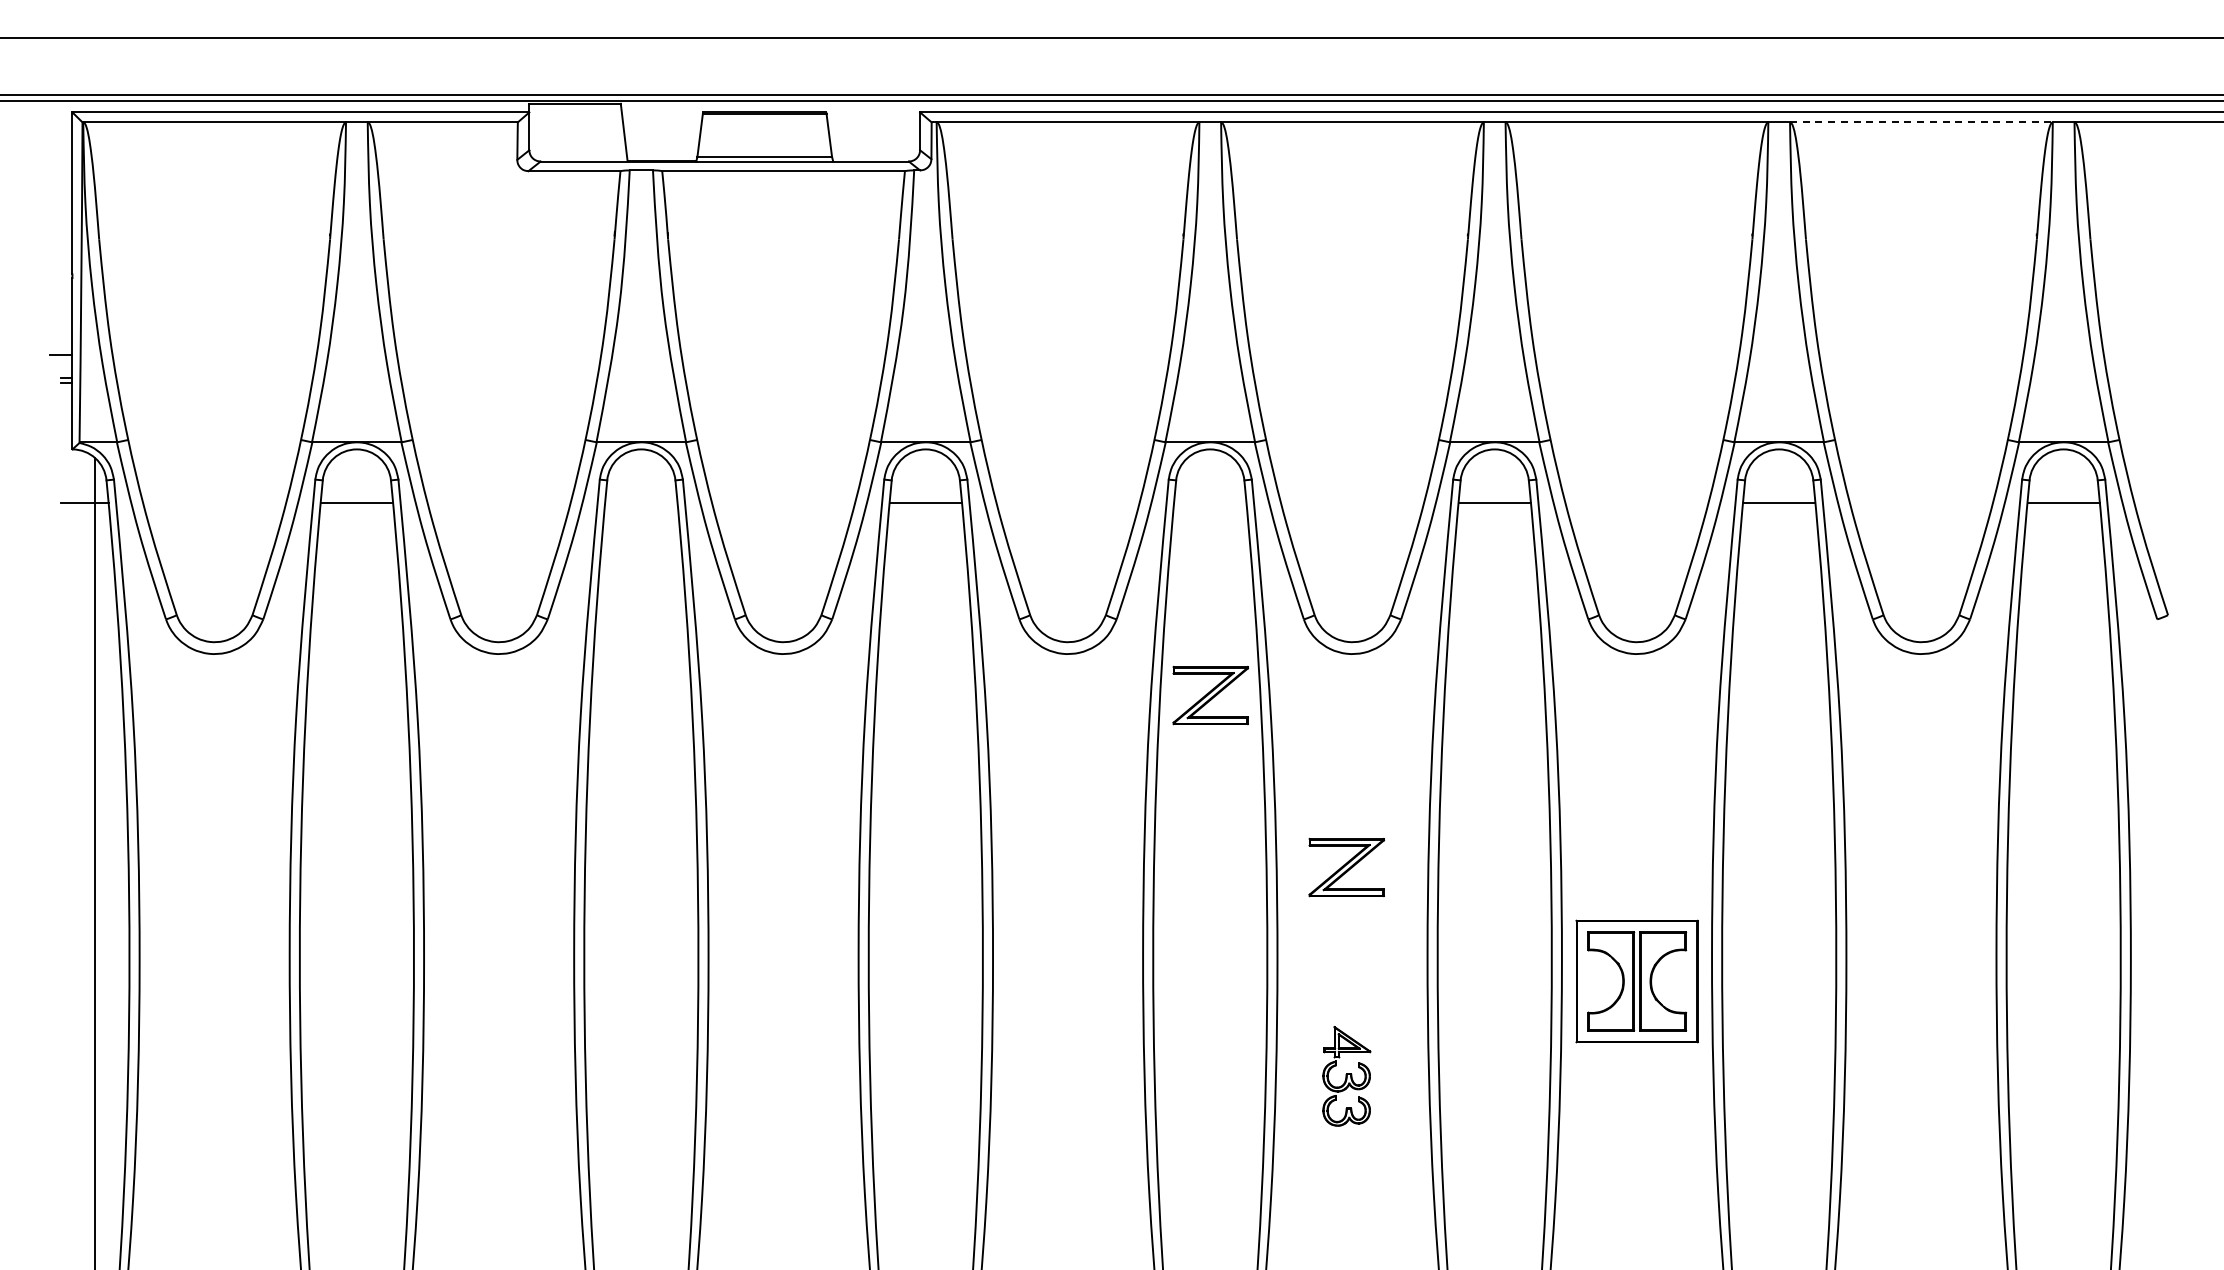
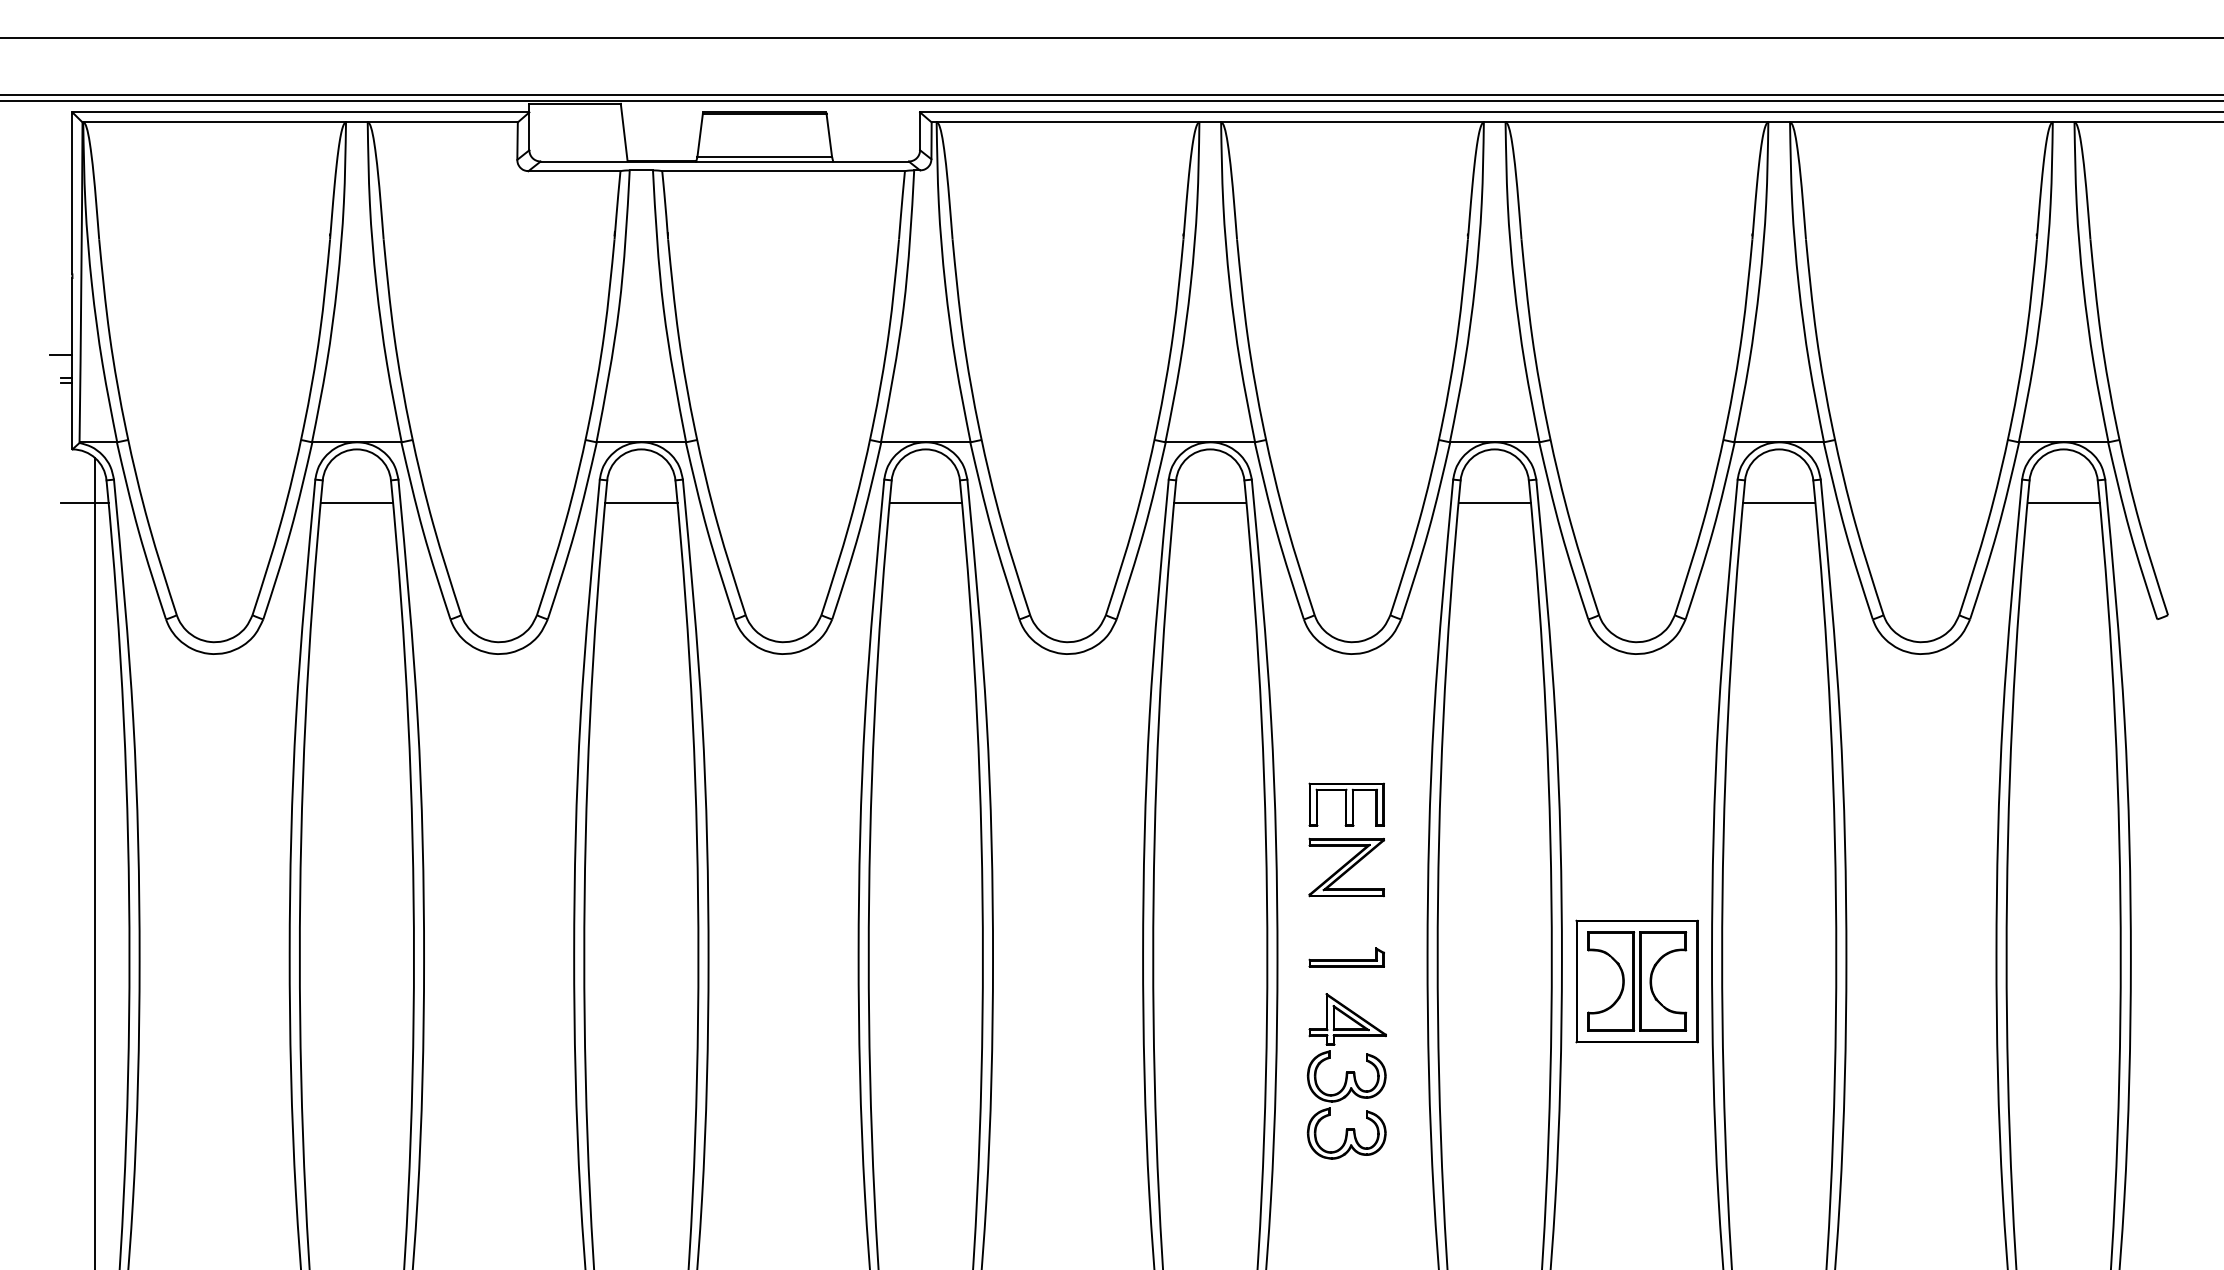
line at (1921, 122): dashed -> solid
line at (641, 502): none -> present
line at (1210, 502): none -> present
part at (1210, 695): present -> none
part at (1346, 804): none -> present
part at (1346, 957): none -> present
part at (1346, 1076) size: 50x101 px -> 81x167 px
